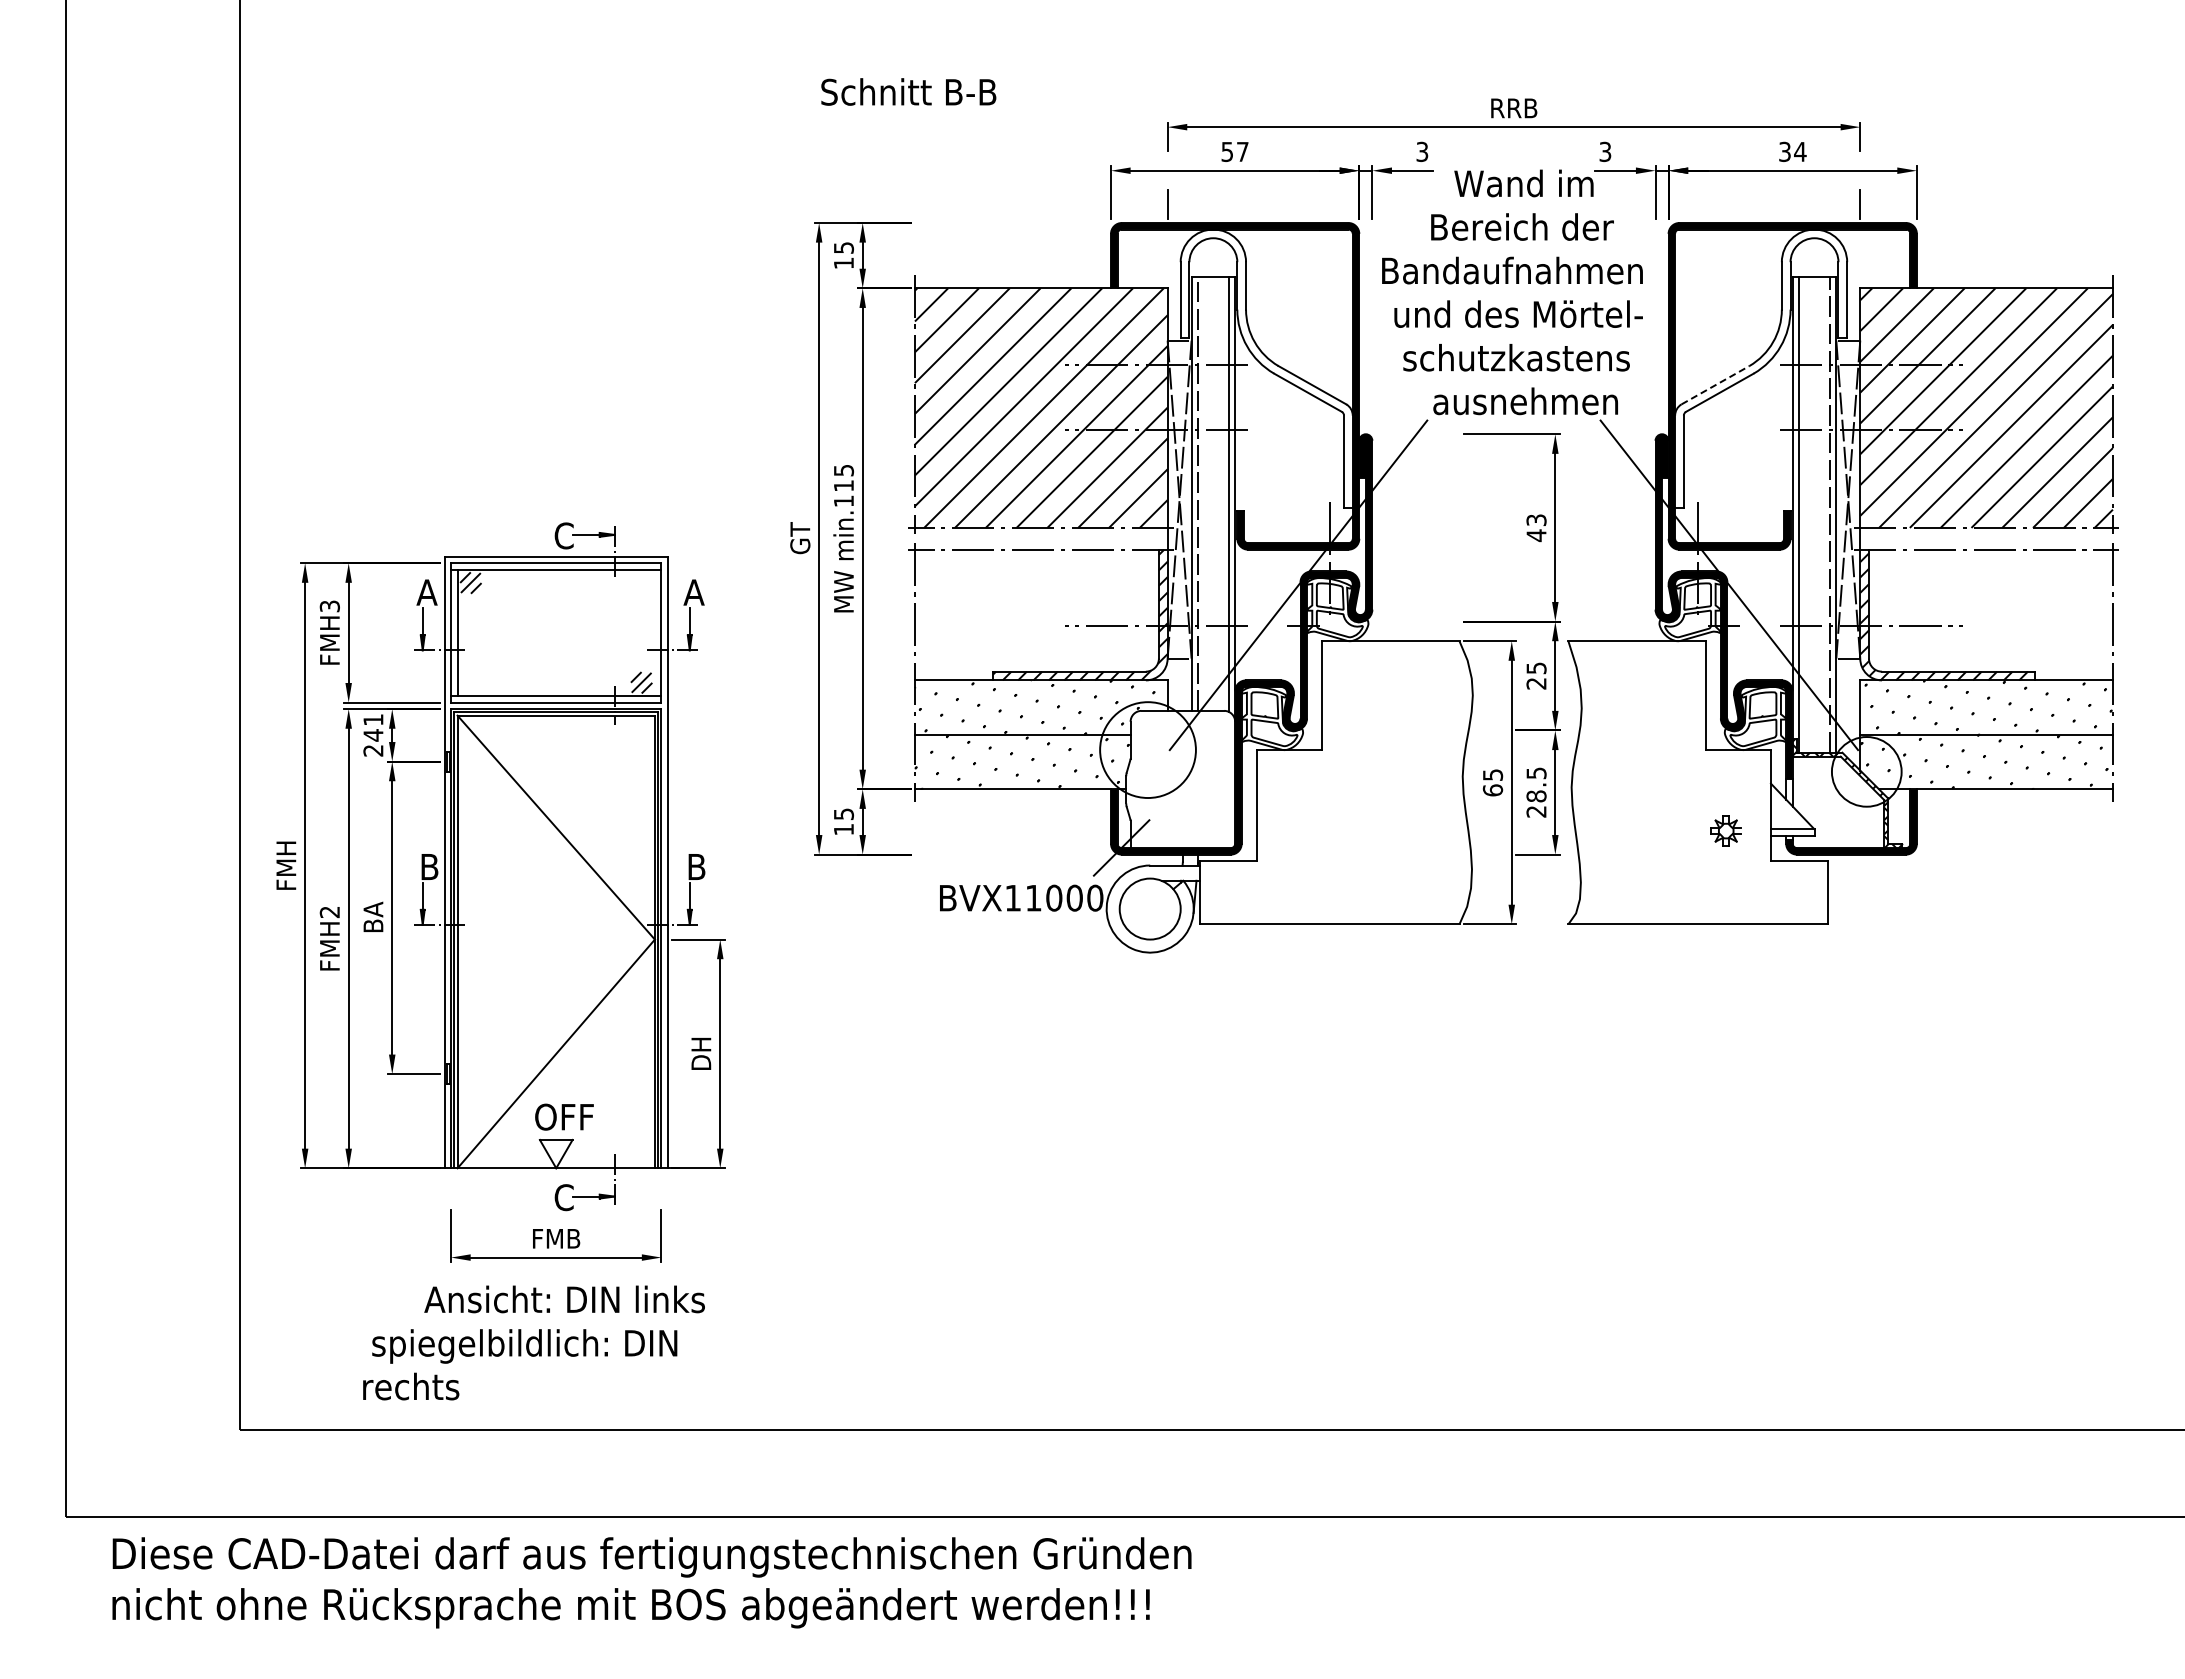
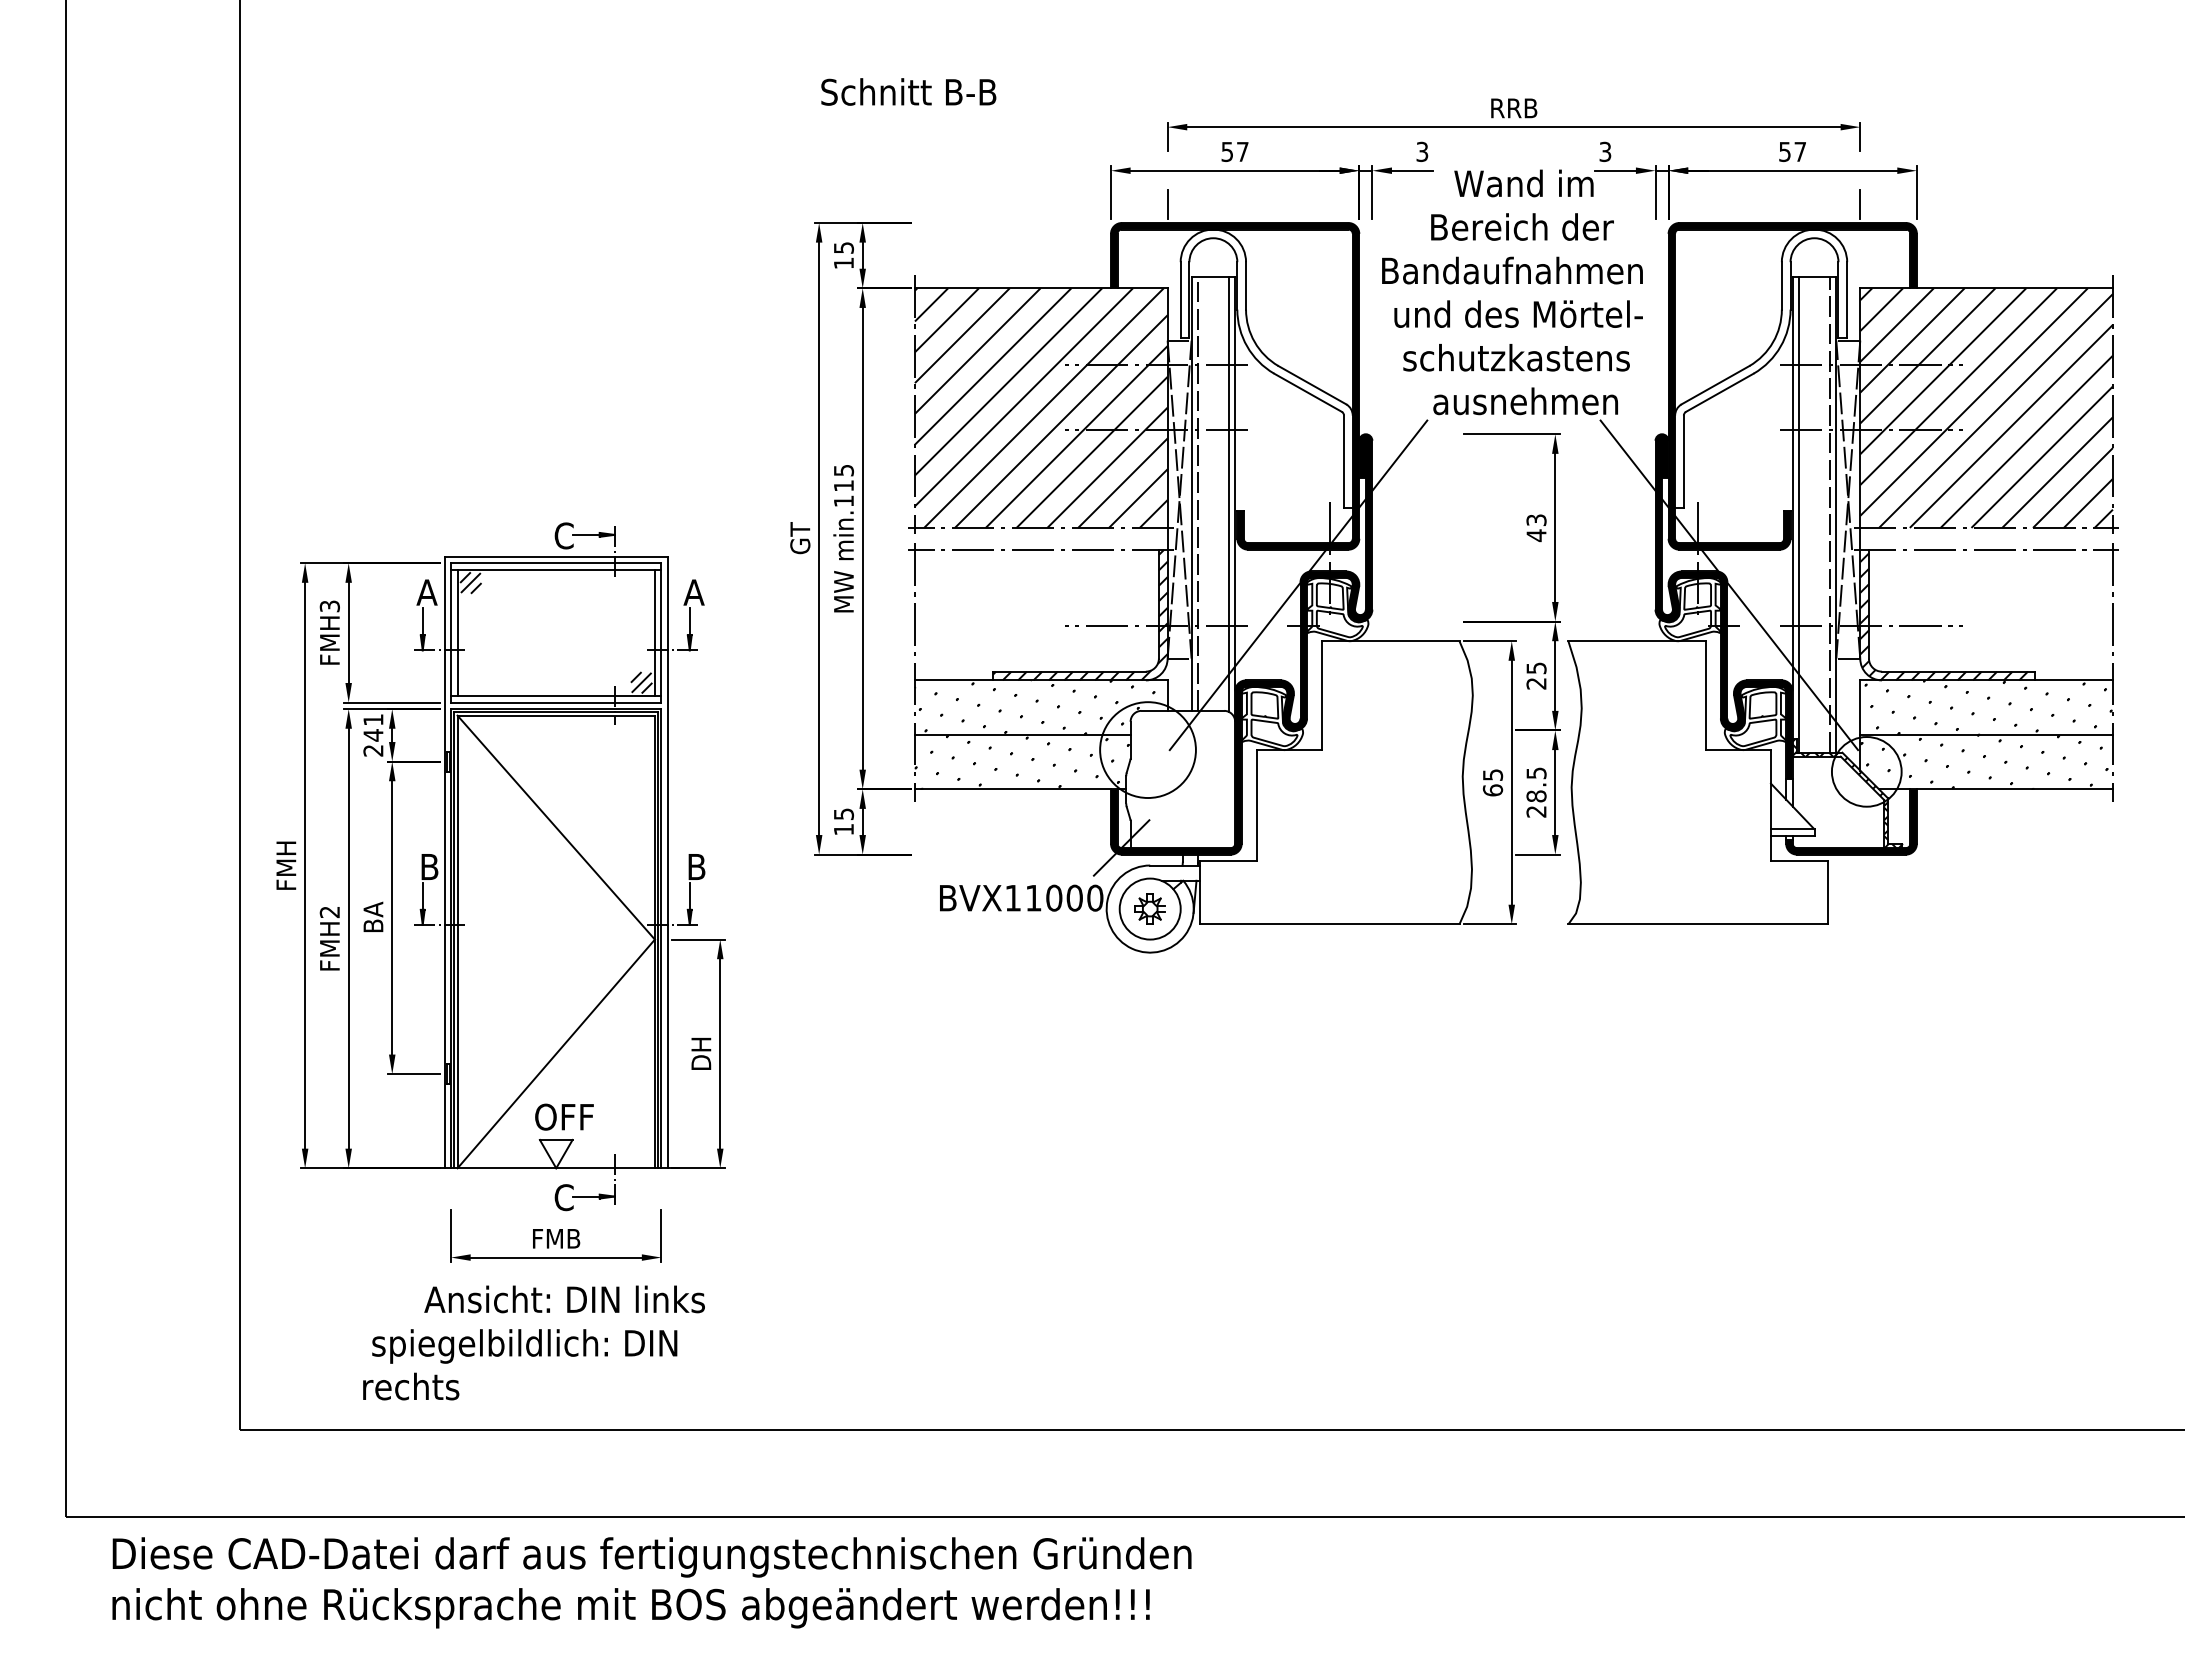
text at (1792, 151): 34 -> 57
line at (1715, 385): dashed -> solid
line at (654, 632): none -> present
part at (1725, 830) position: (1725, 830) -> (1149, 908)
